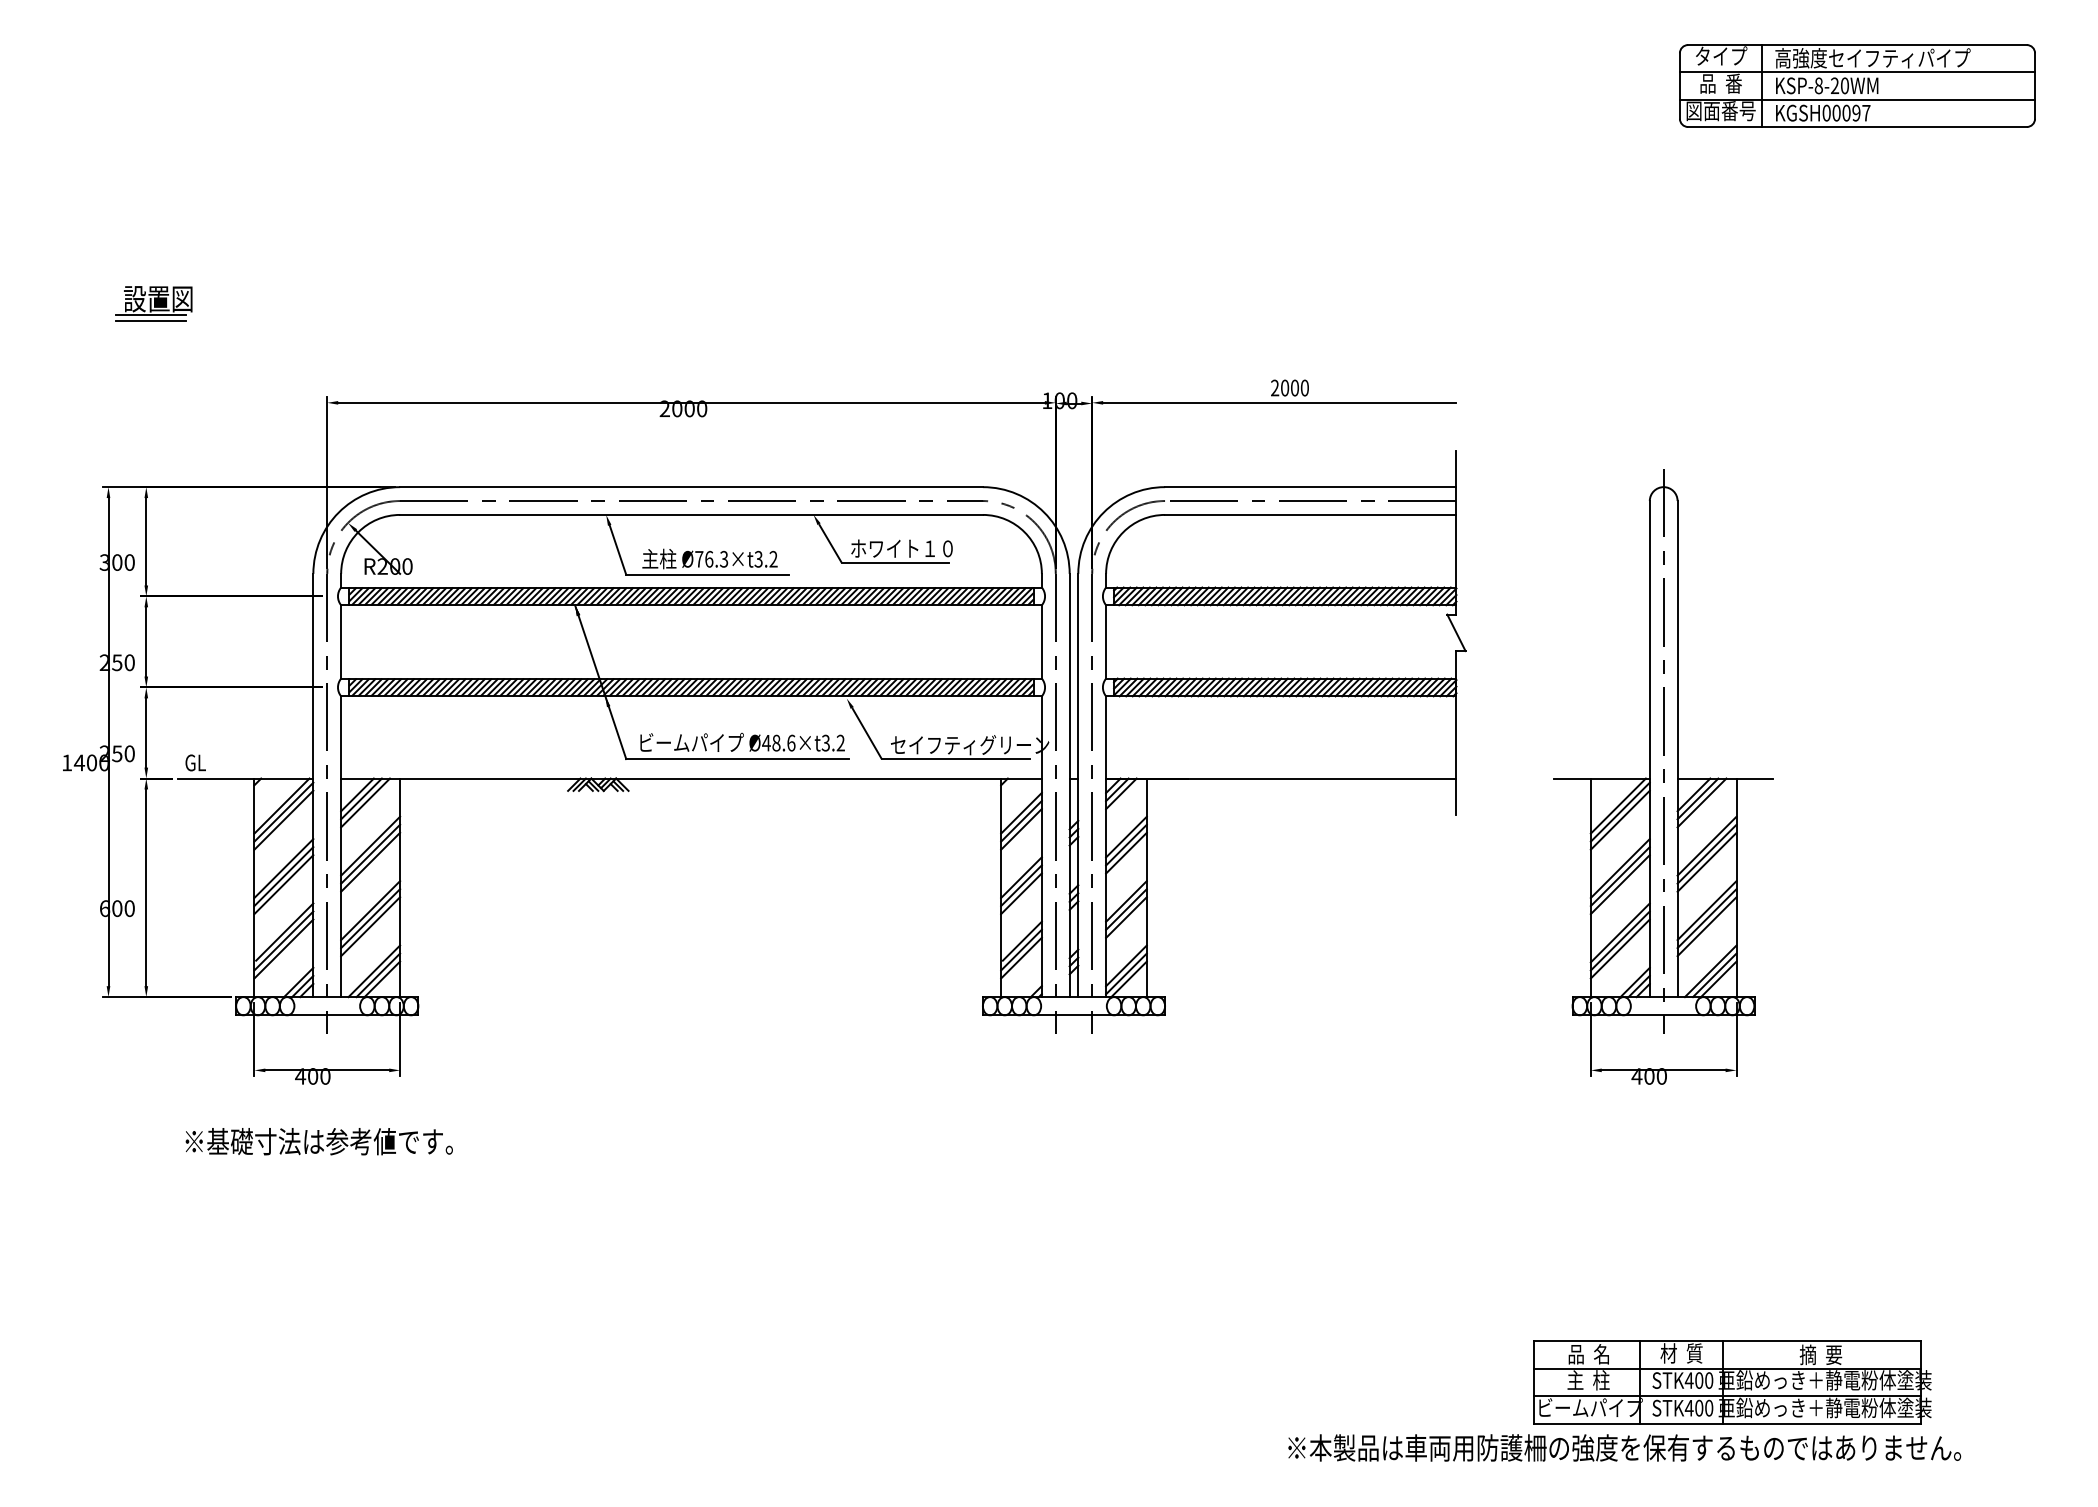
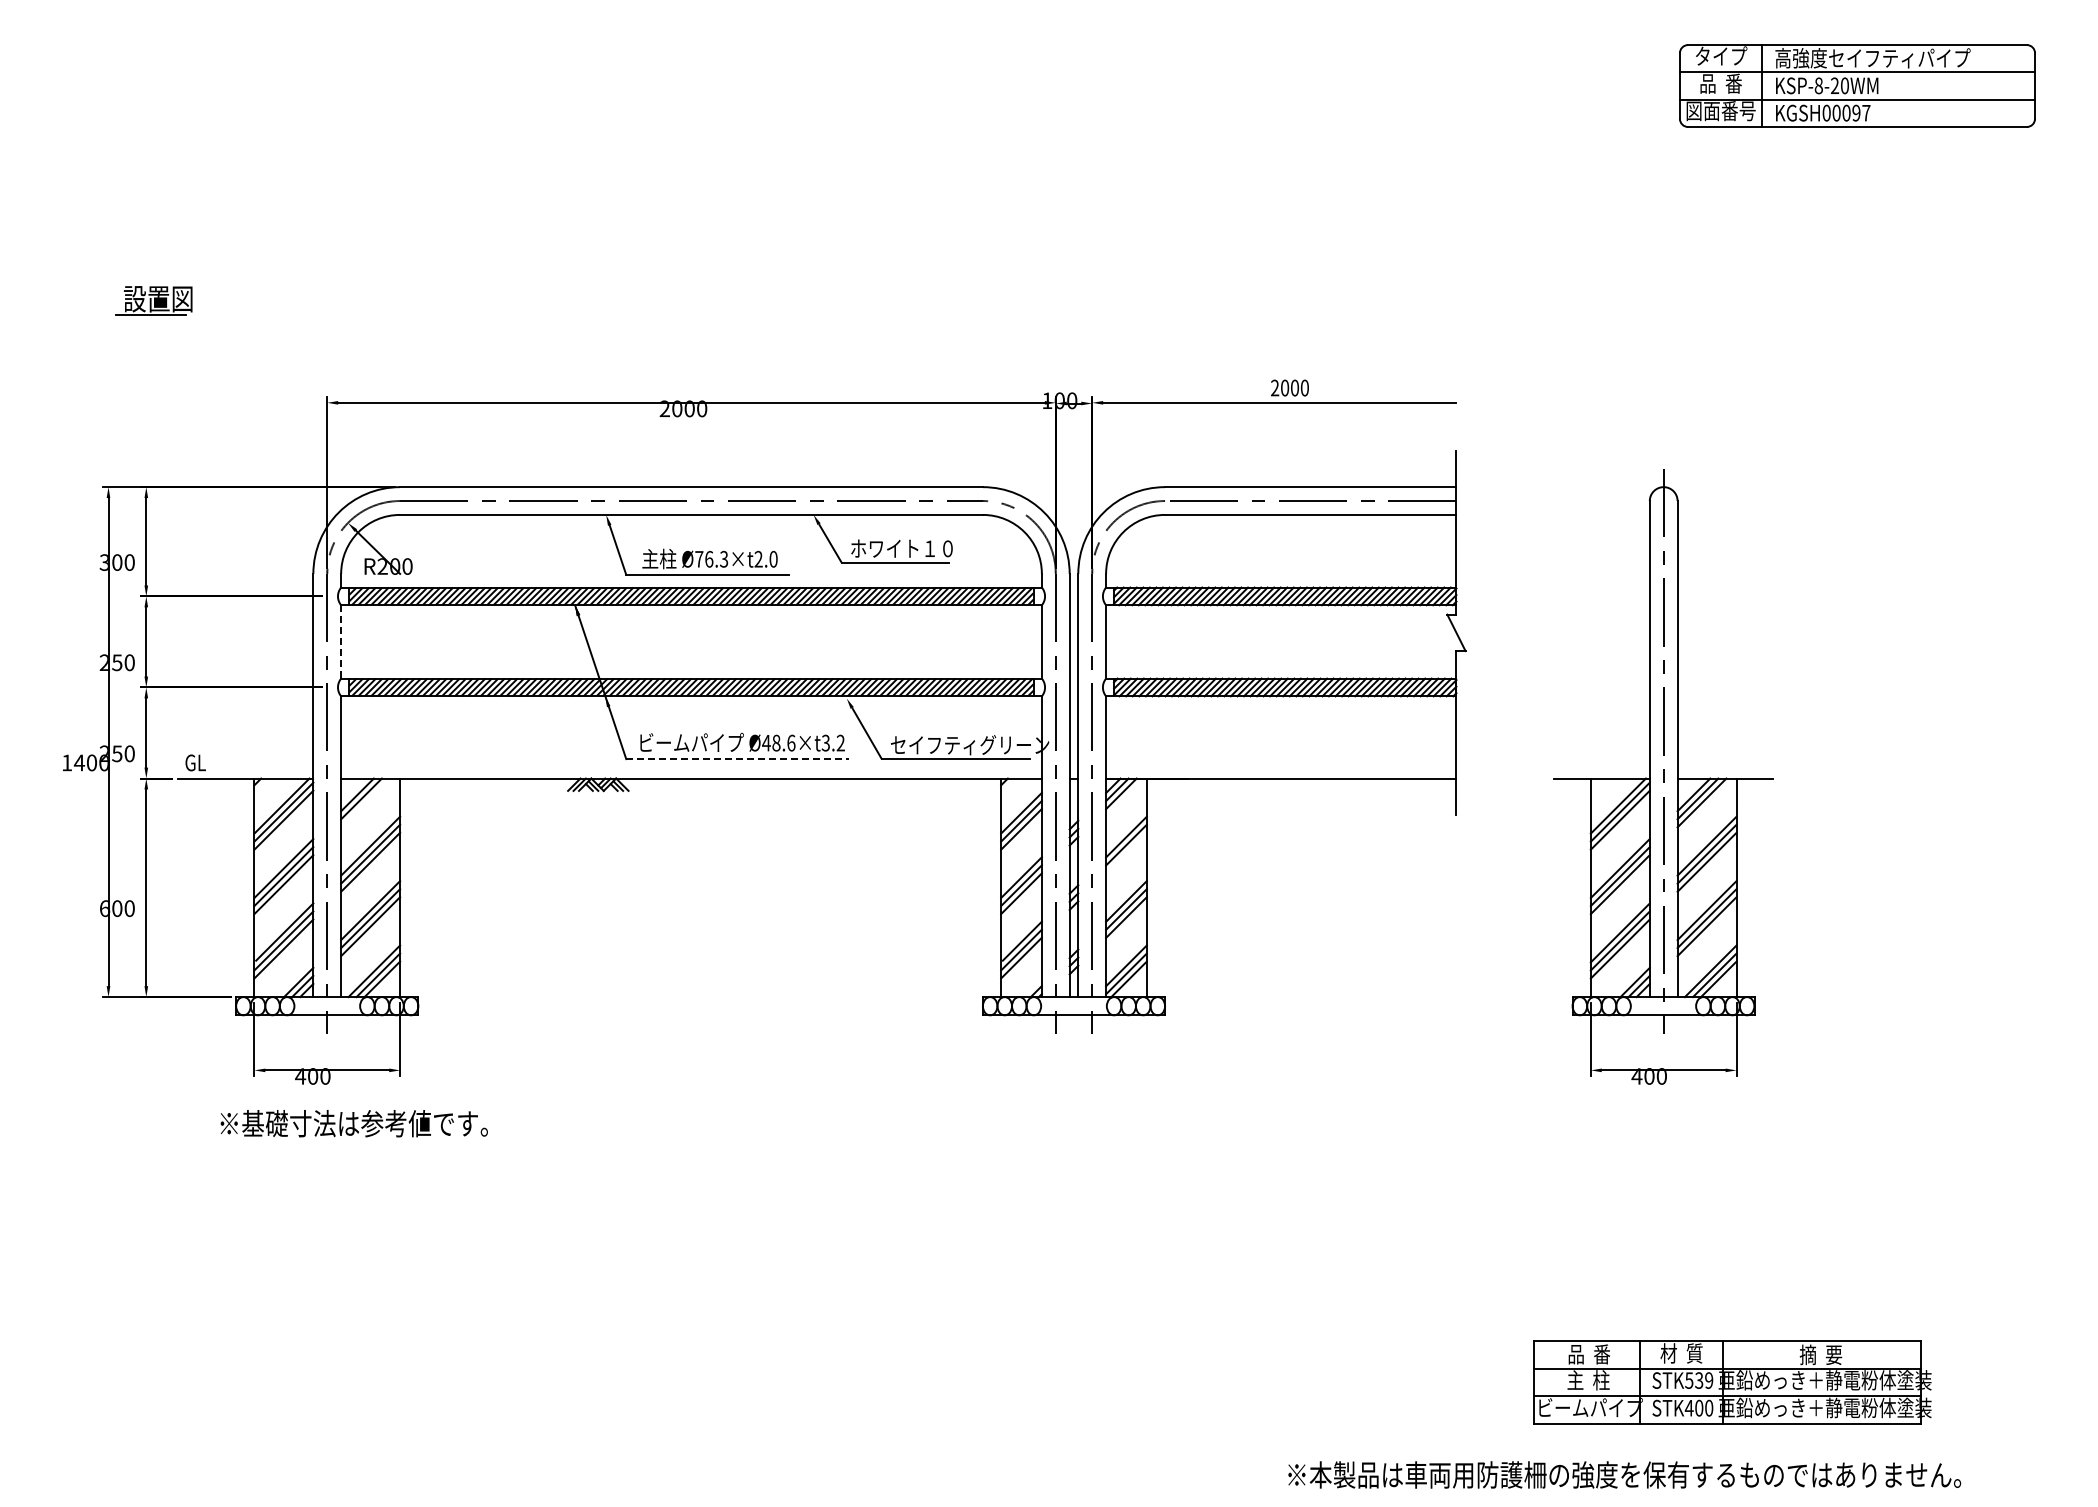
line at (150, 320): present -> none
text at (765, 559): Ø76.3×t3.2 -> Ø76.3×t2.0
line at (341, 641): solid -> dashed
line at (737, 759): solid -> dashed
line at (365, 802): present -> none
line at (1126, 852): present -> none
text at (318, 1141) position: (318, 1141) -> (353, 1123)
text at (1602, 1354): 品  名 -> 品  番
text at (1698, 1380): STK400 -> STK539
text at (1624, 1447) position: (1624, 1447) -> (1624, 1474)
